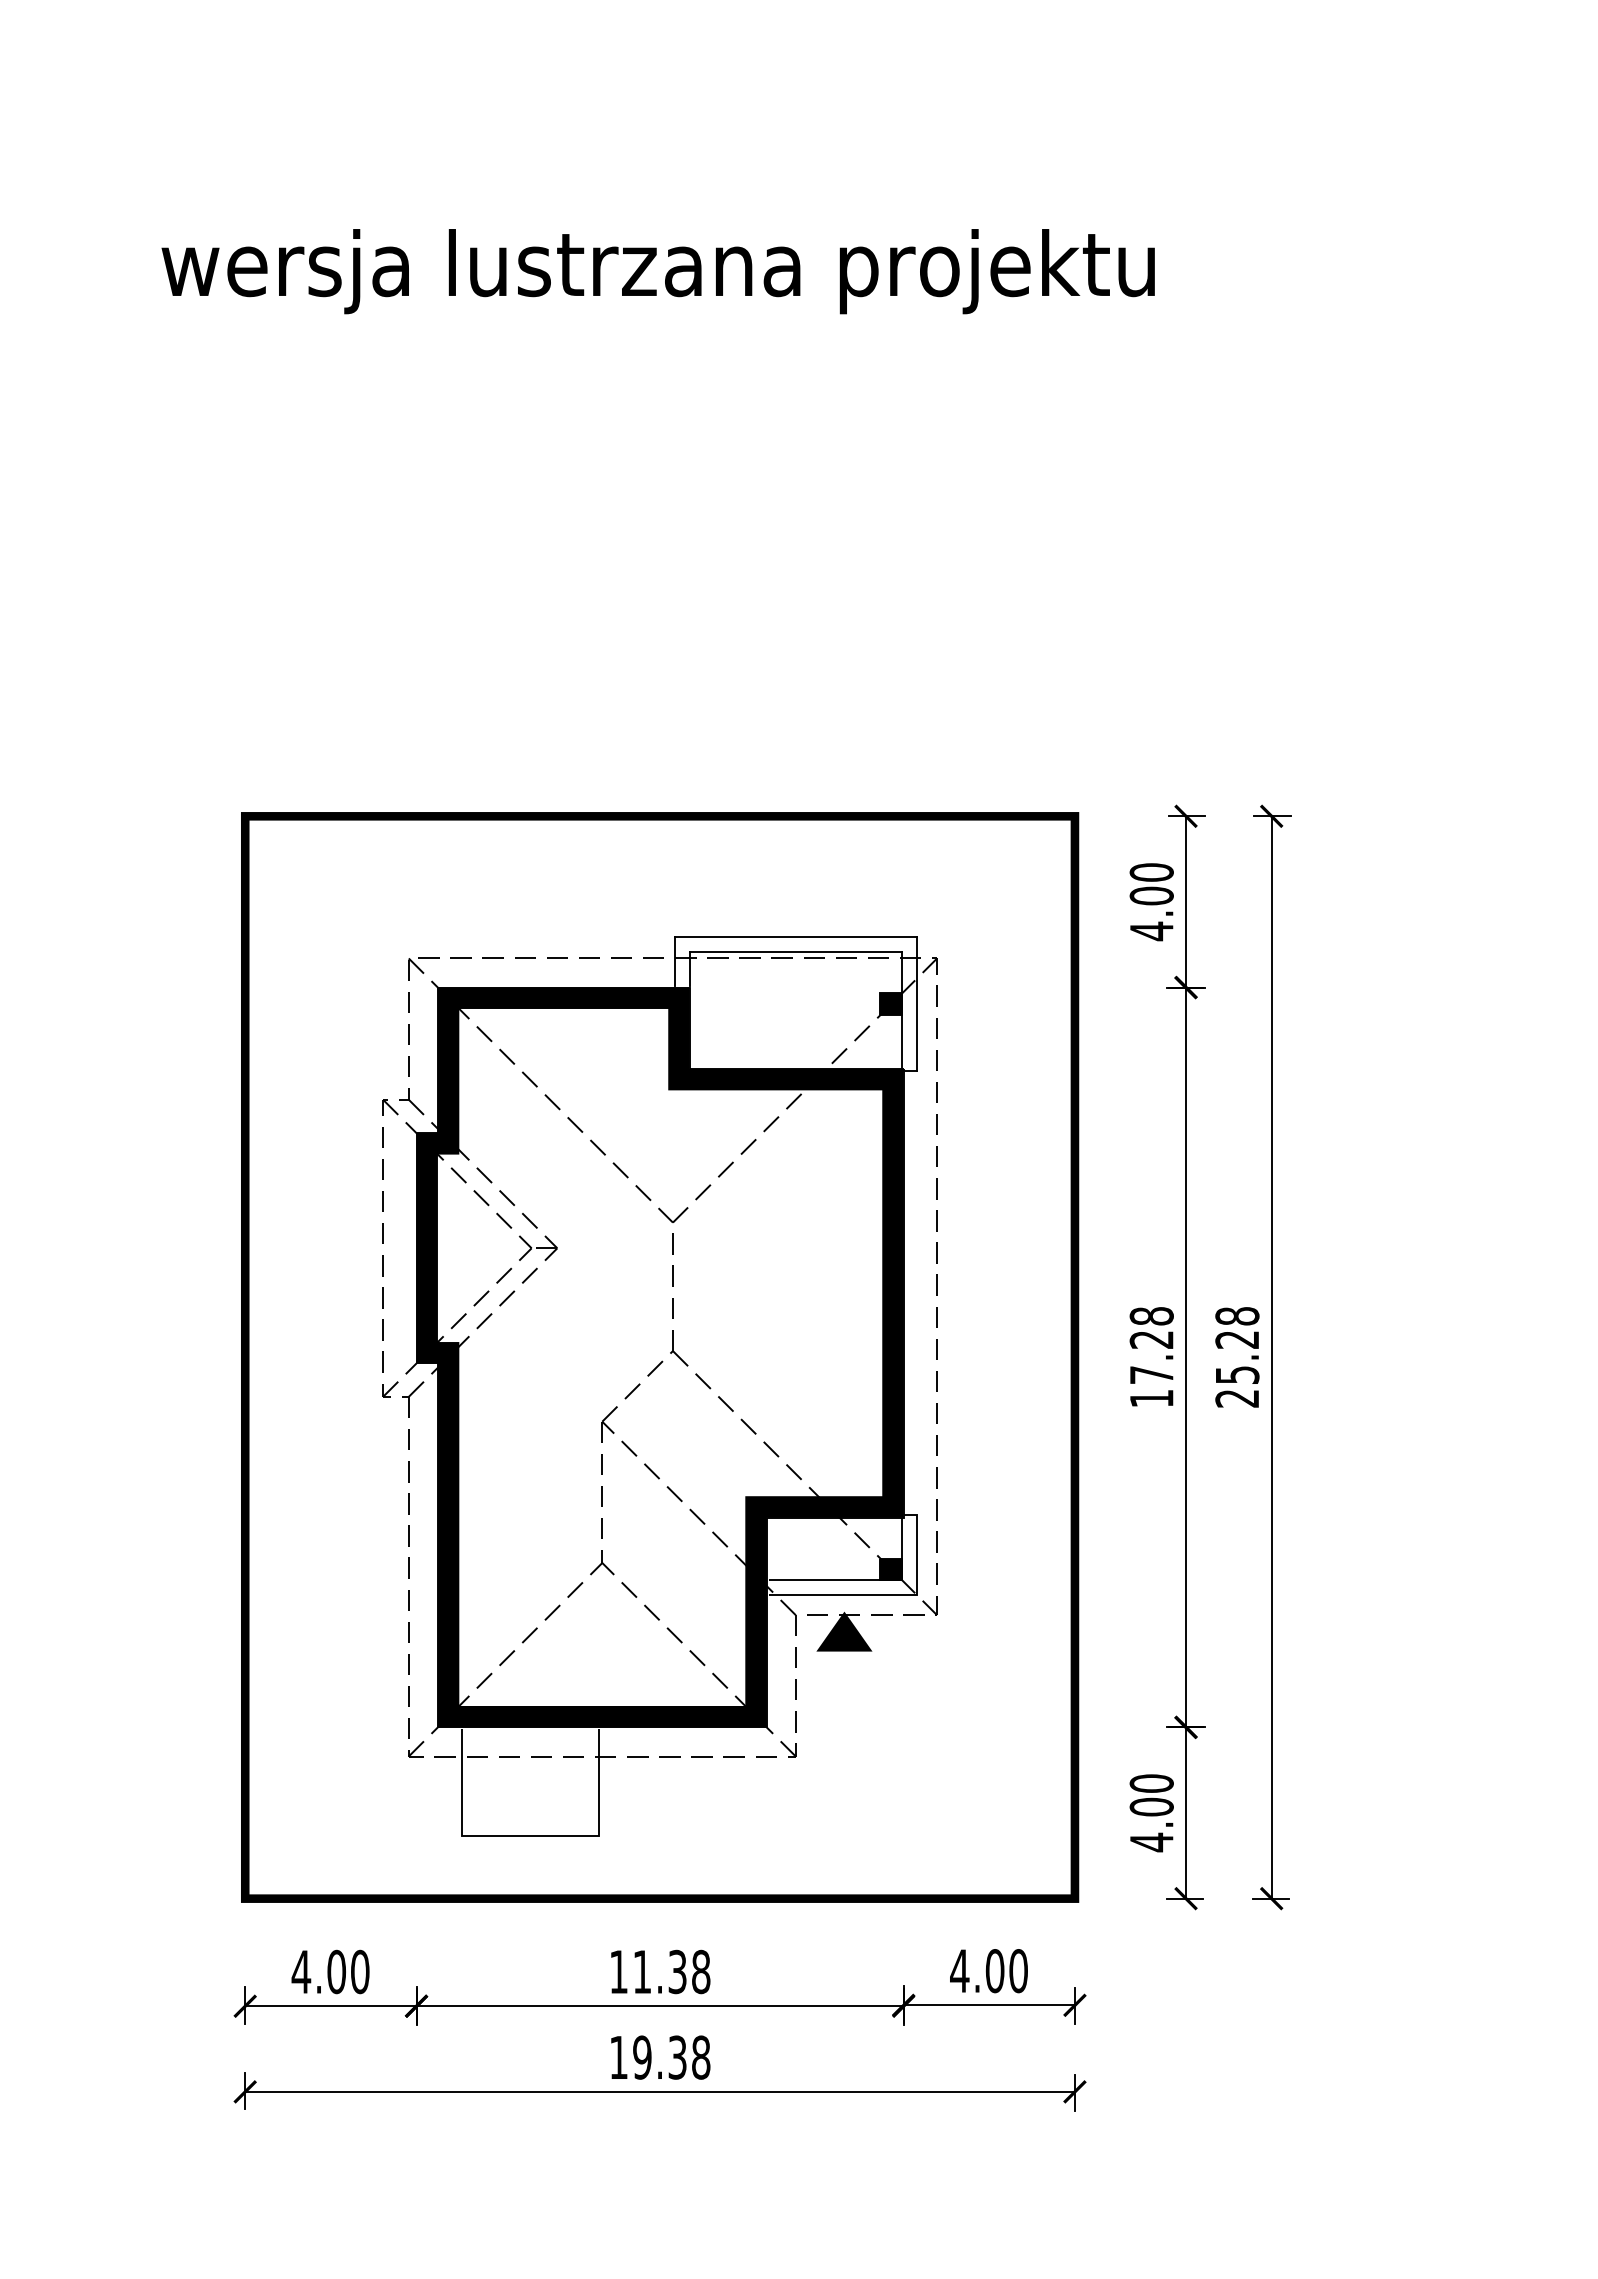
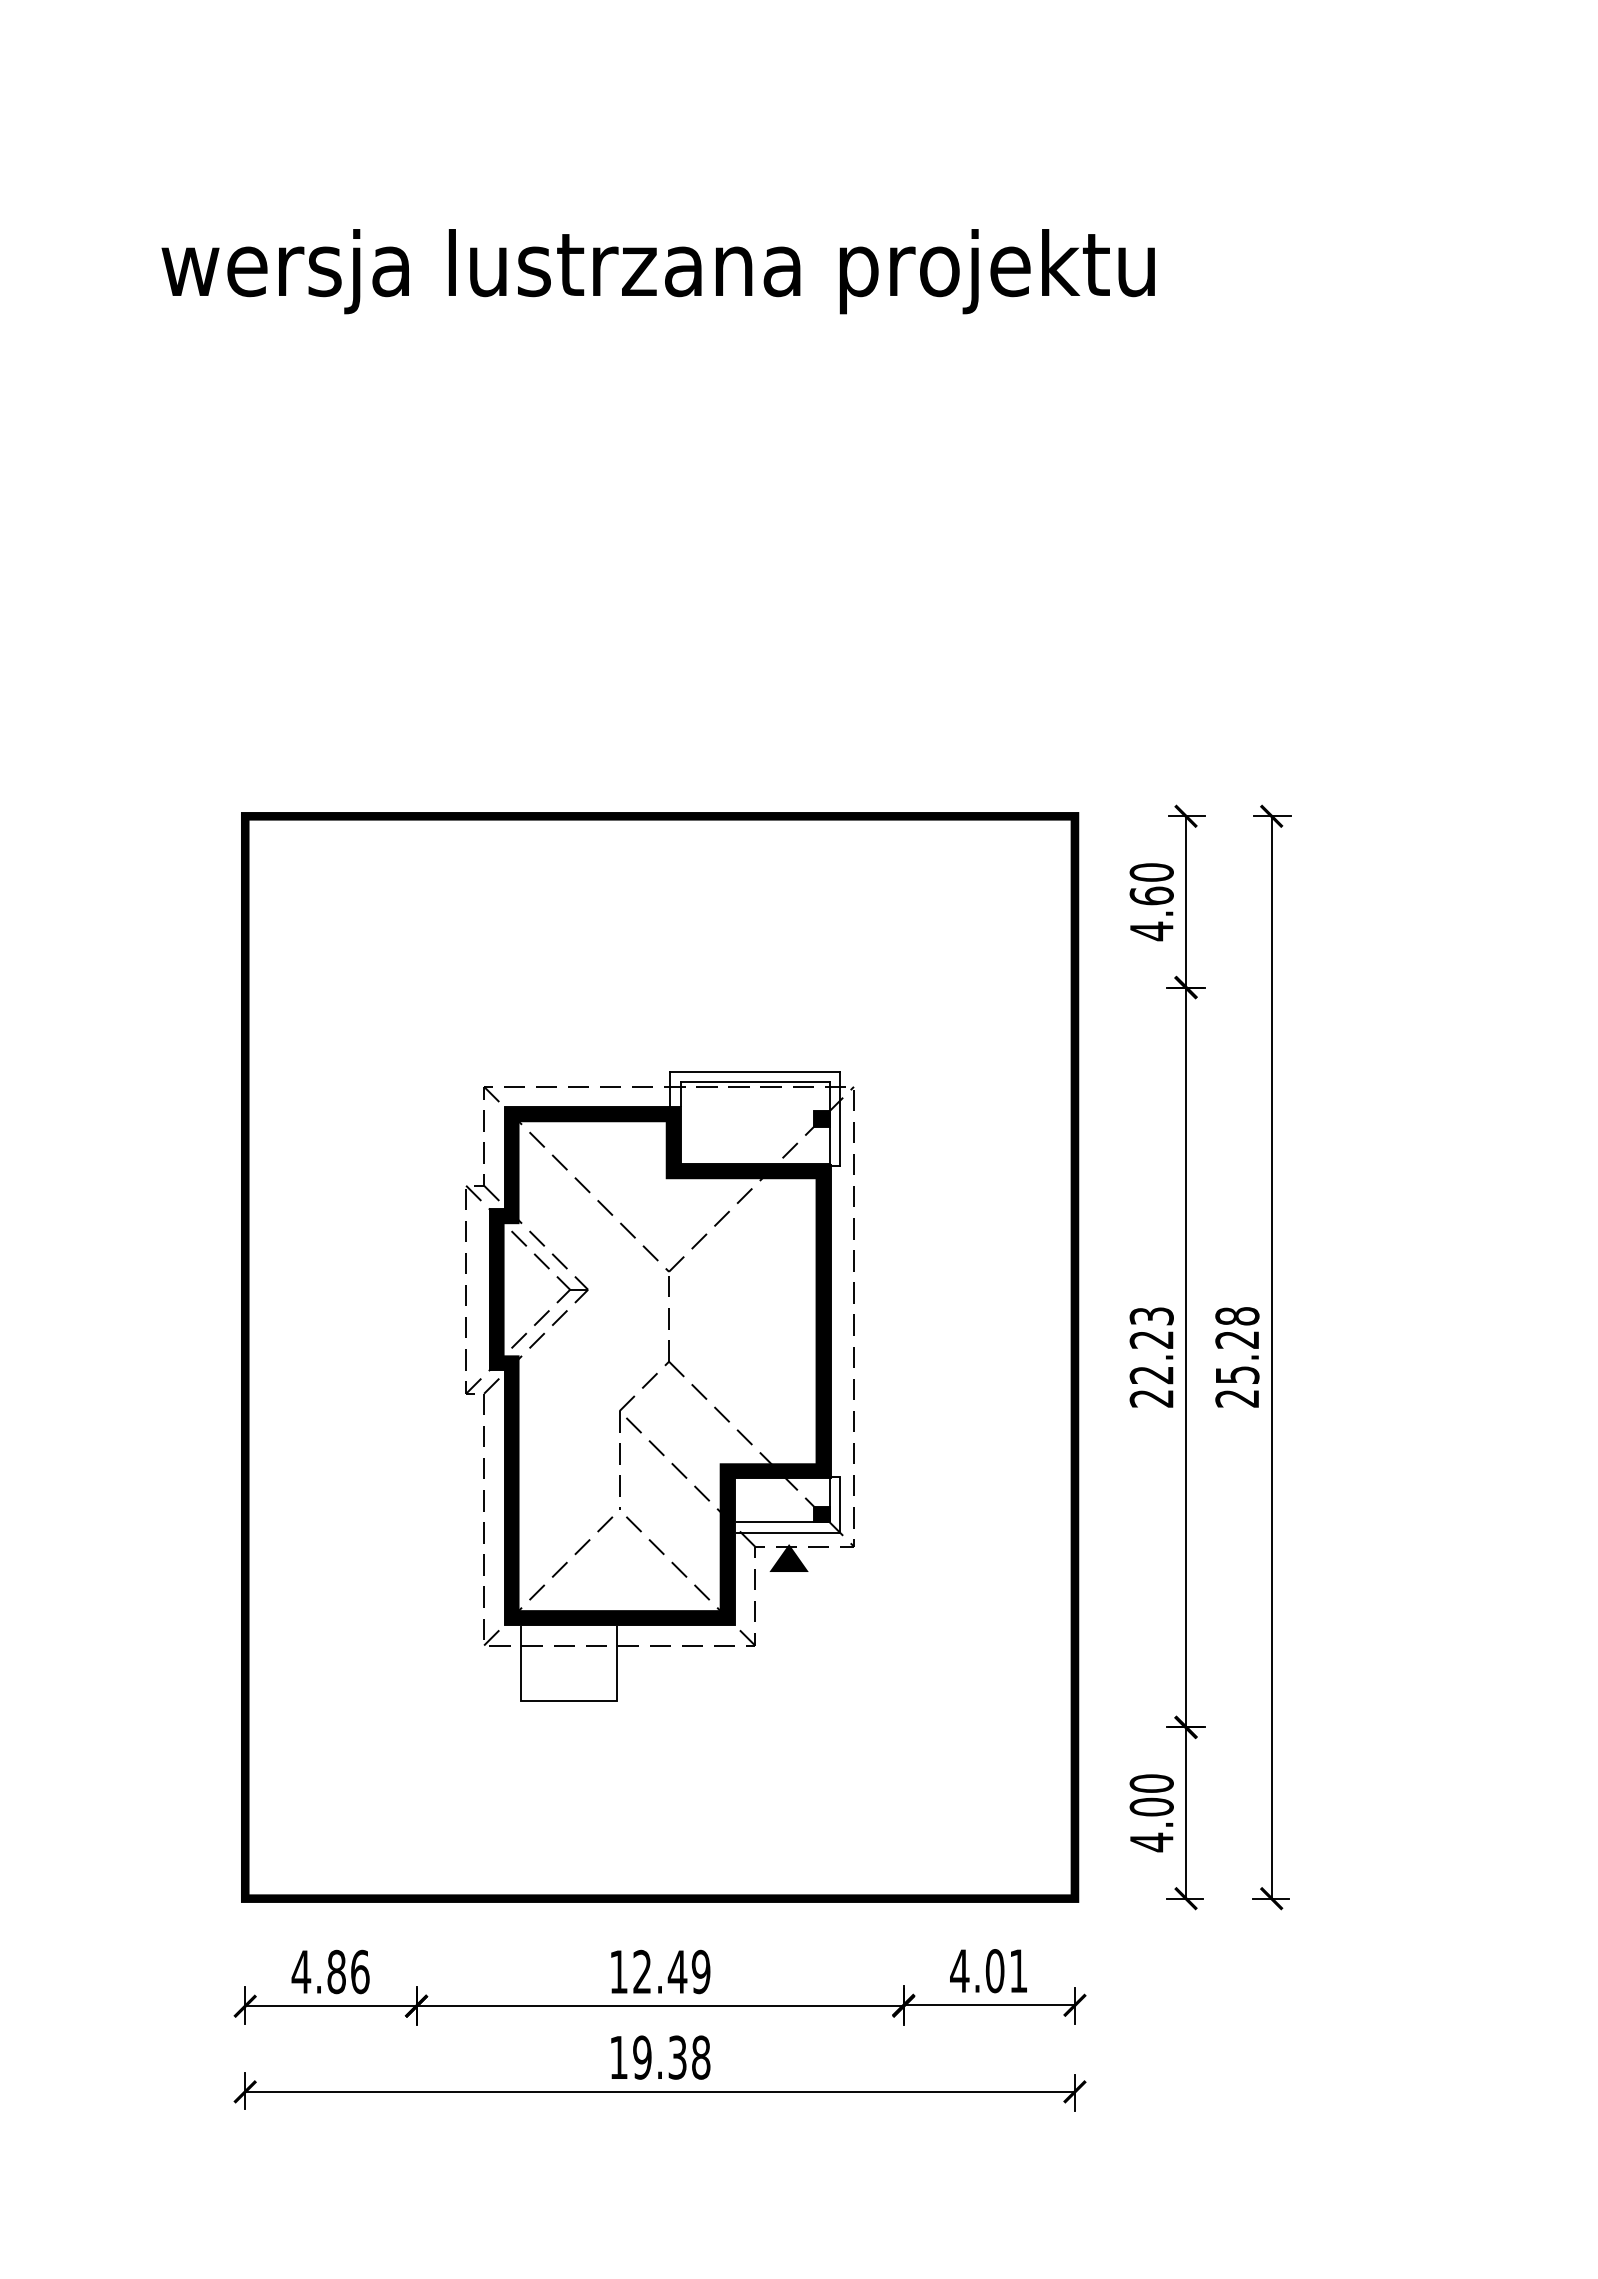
text at (1151, 895): 4.00 -> 4.60
text at (1151, 1357): 17.28 -> 22.23
part at (659, 1386) size: 556x901 px -> 390x631 px
text at (348, 1971): 4.00 -> 4.86
text at (671, 1971): 11.38 -> 12.49
text at (1018, 1971): 4.00 -> 4.01
